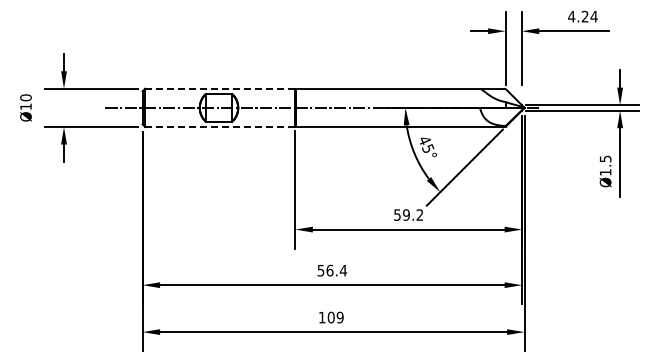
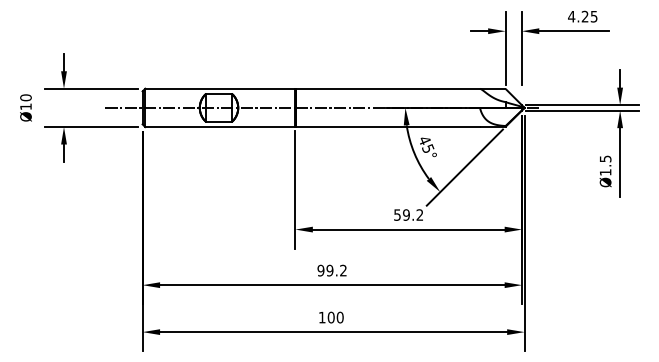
text at (593, 16): 4.24 -> 4.25
line at (220, 88): dashed -> solid
line at (219, 127): dashed -> solid
text at (332, 270): 56.4 -> 99.2
text at (339, 317): 109 -> 100
